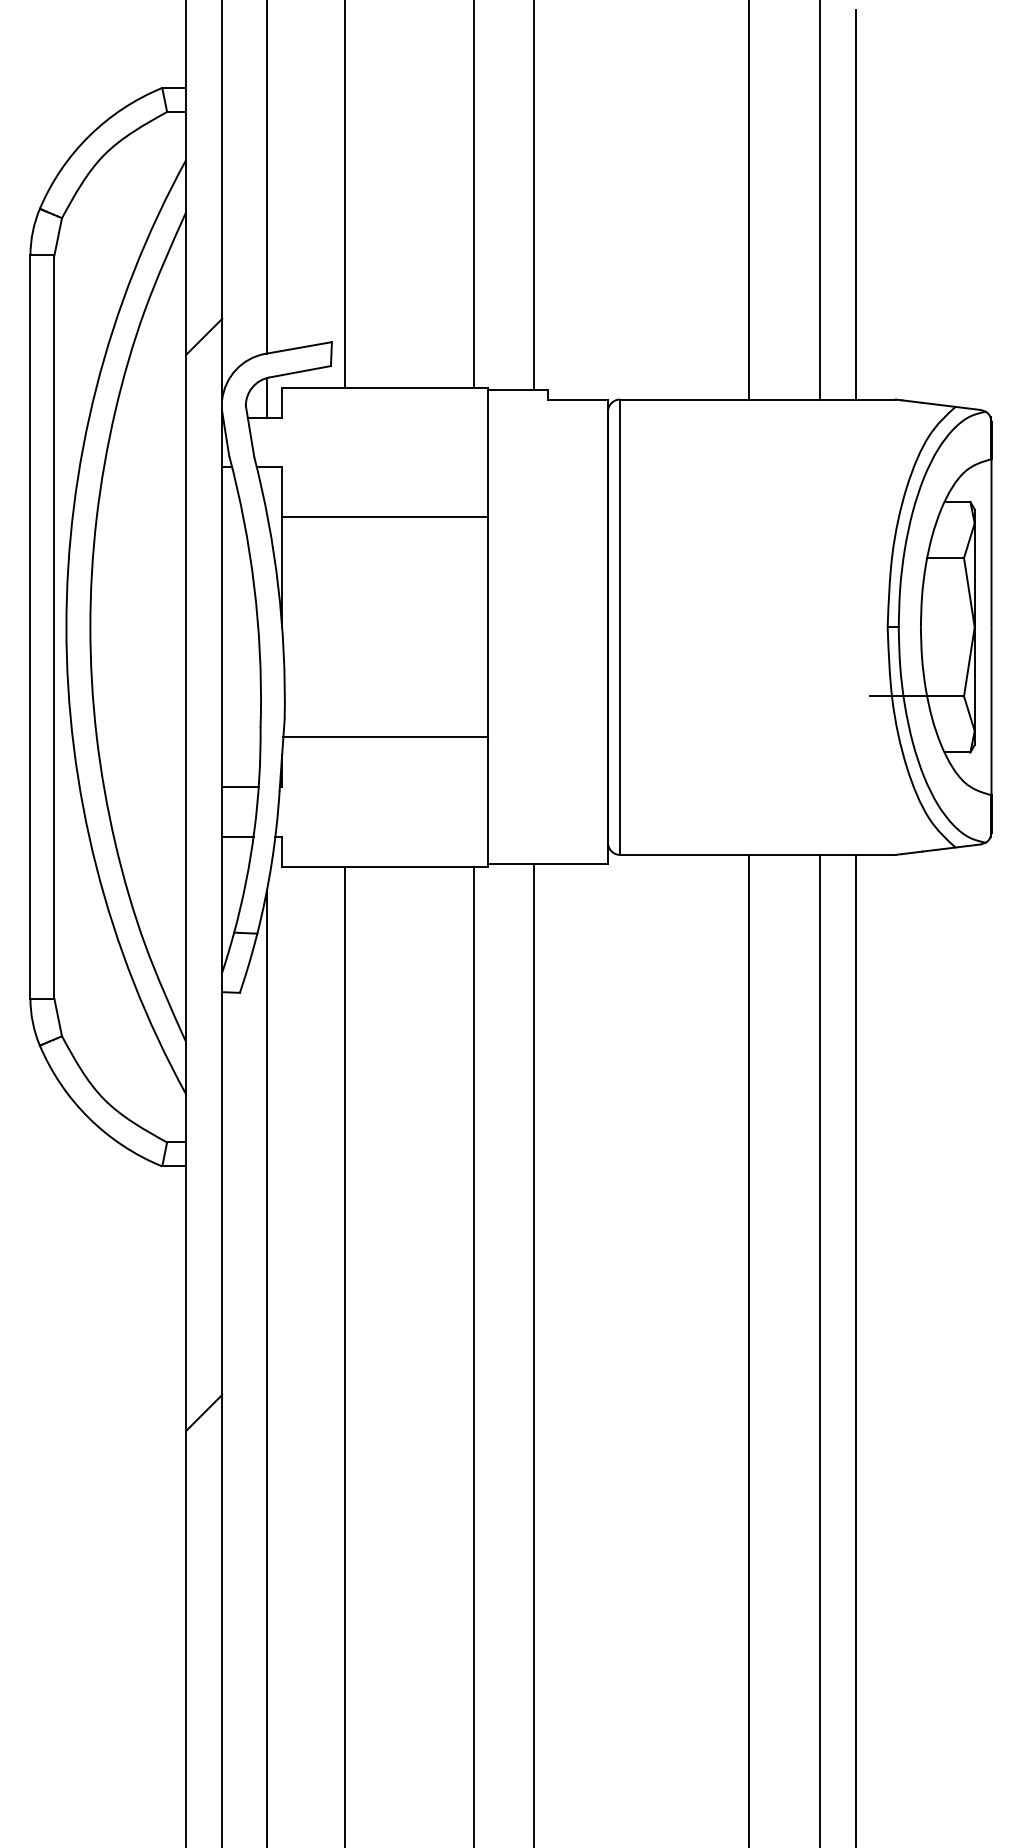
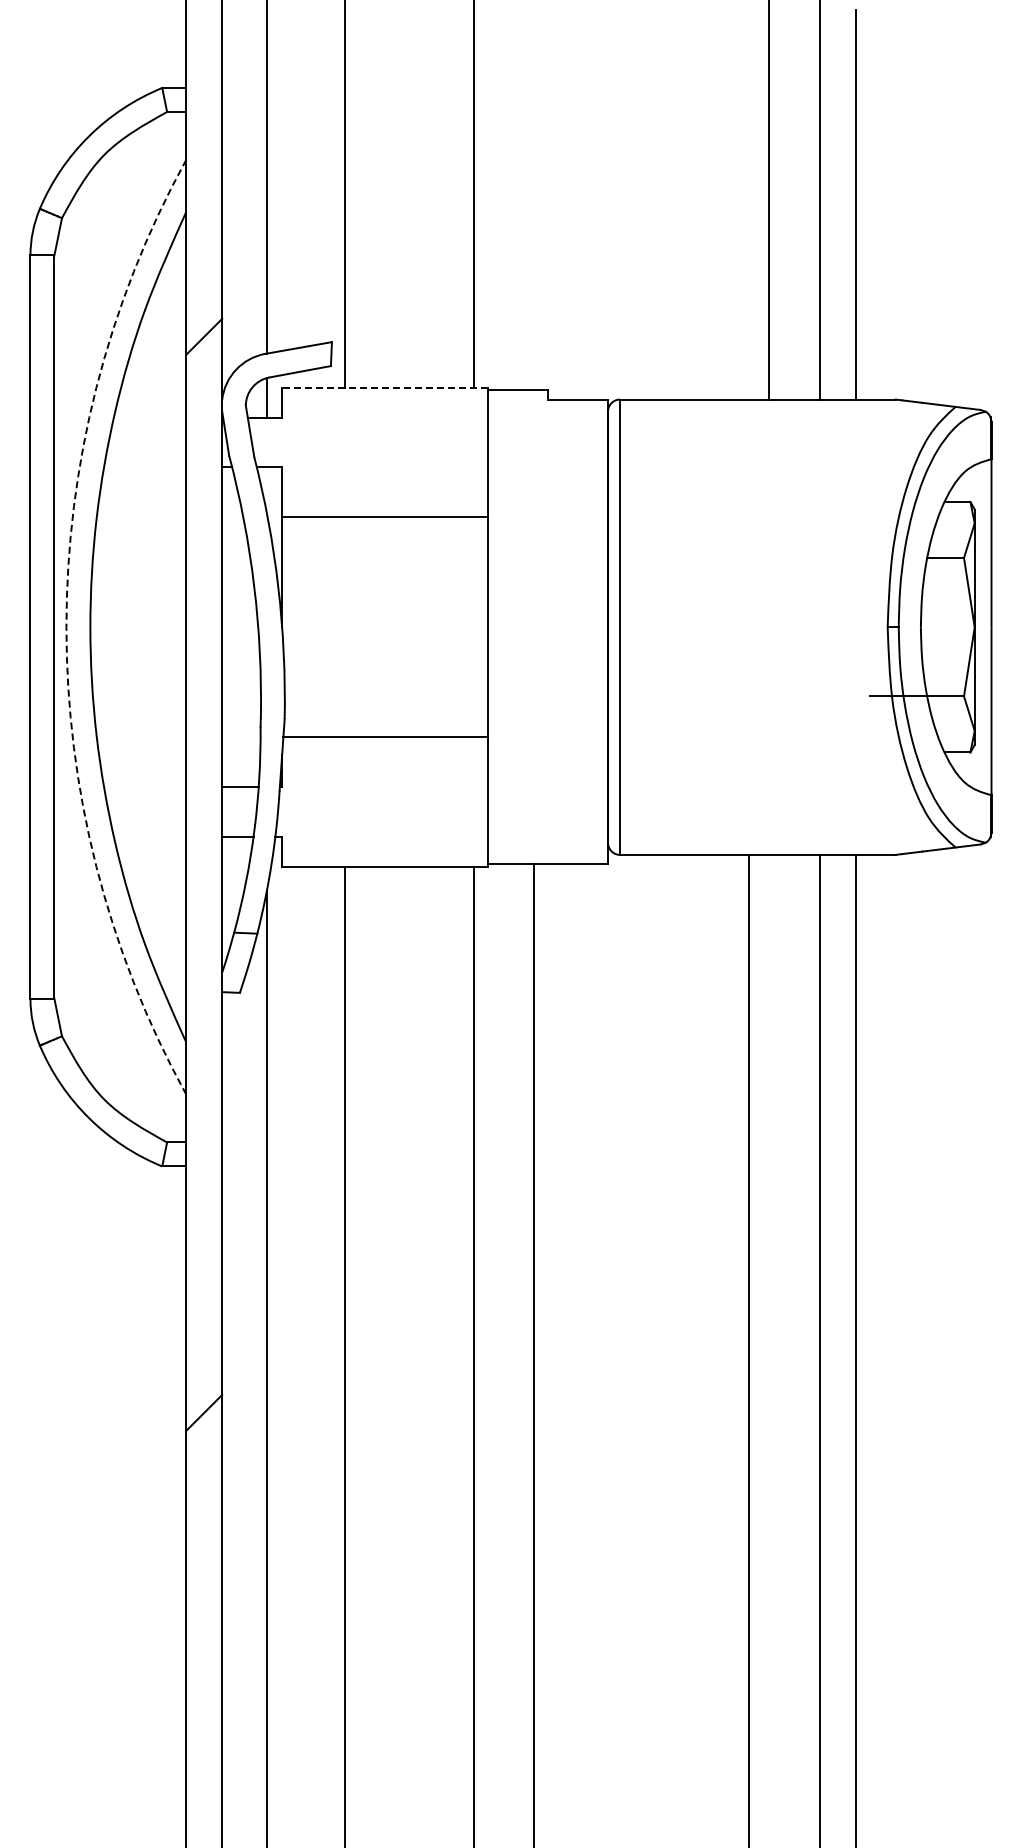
line at (533, 195): present -> none
line at (748, 200) position: (748, 200) -> (768, 200)
line at (384, 387): solid -> dashed
arc at (66, 627): solid -> dashed
